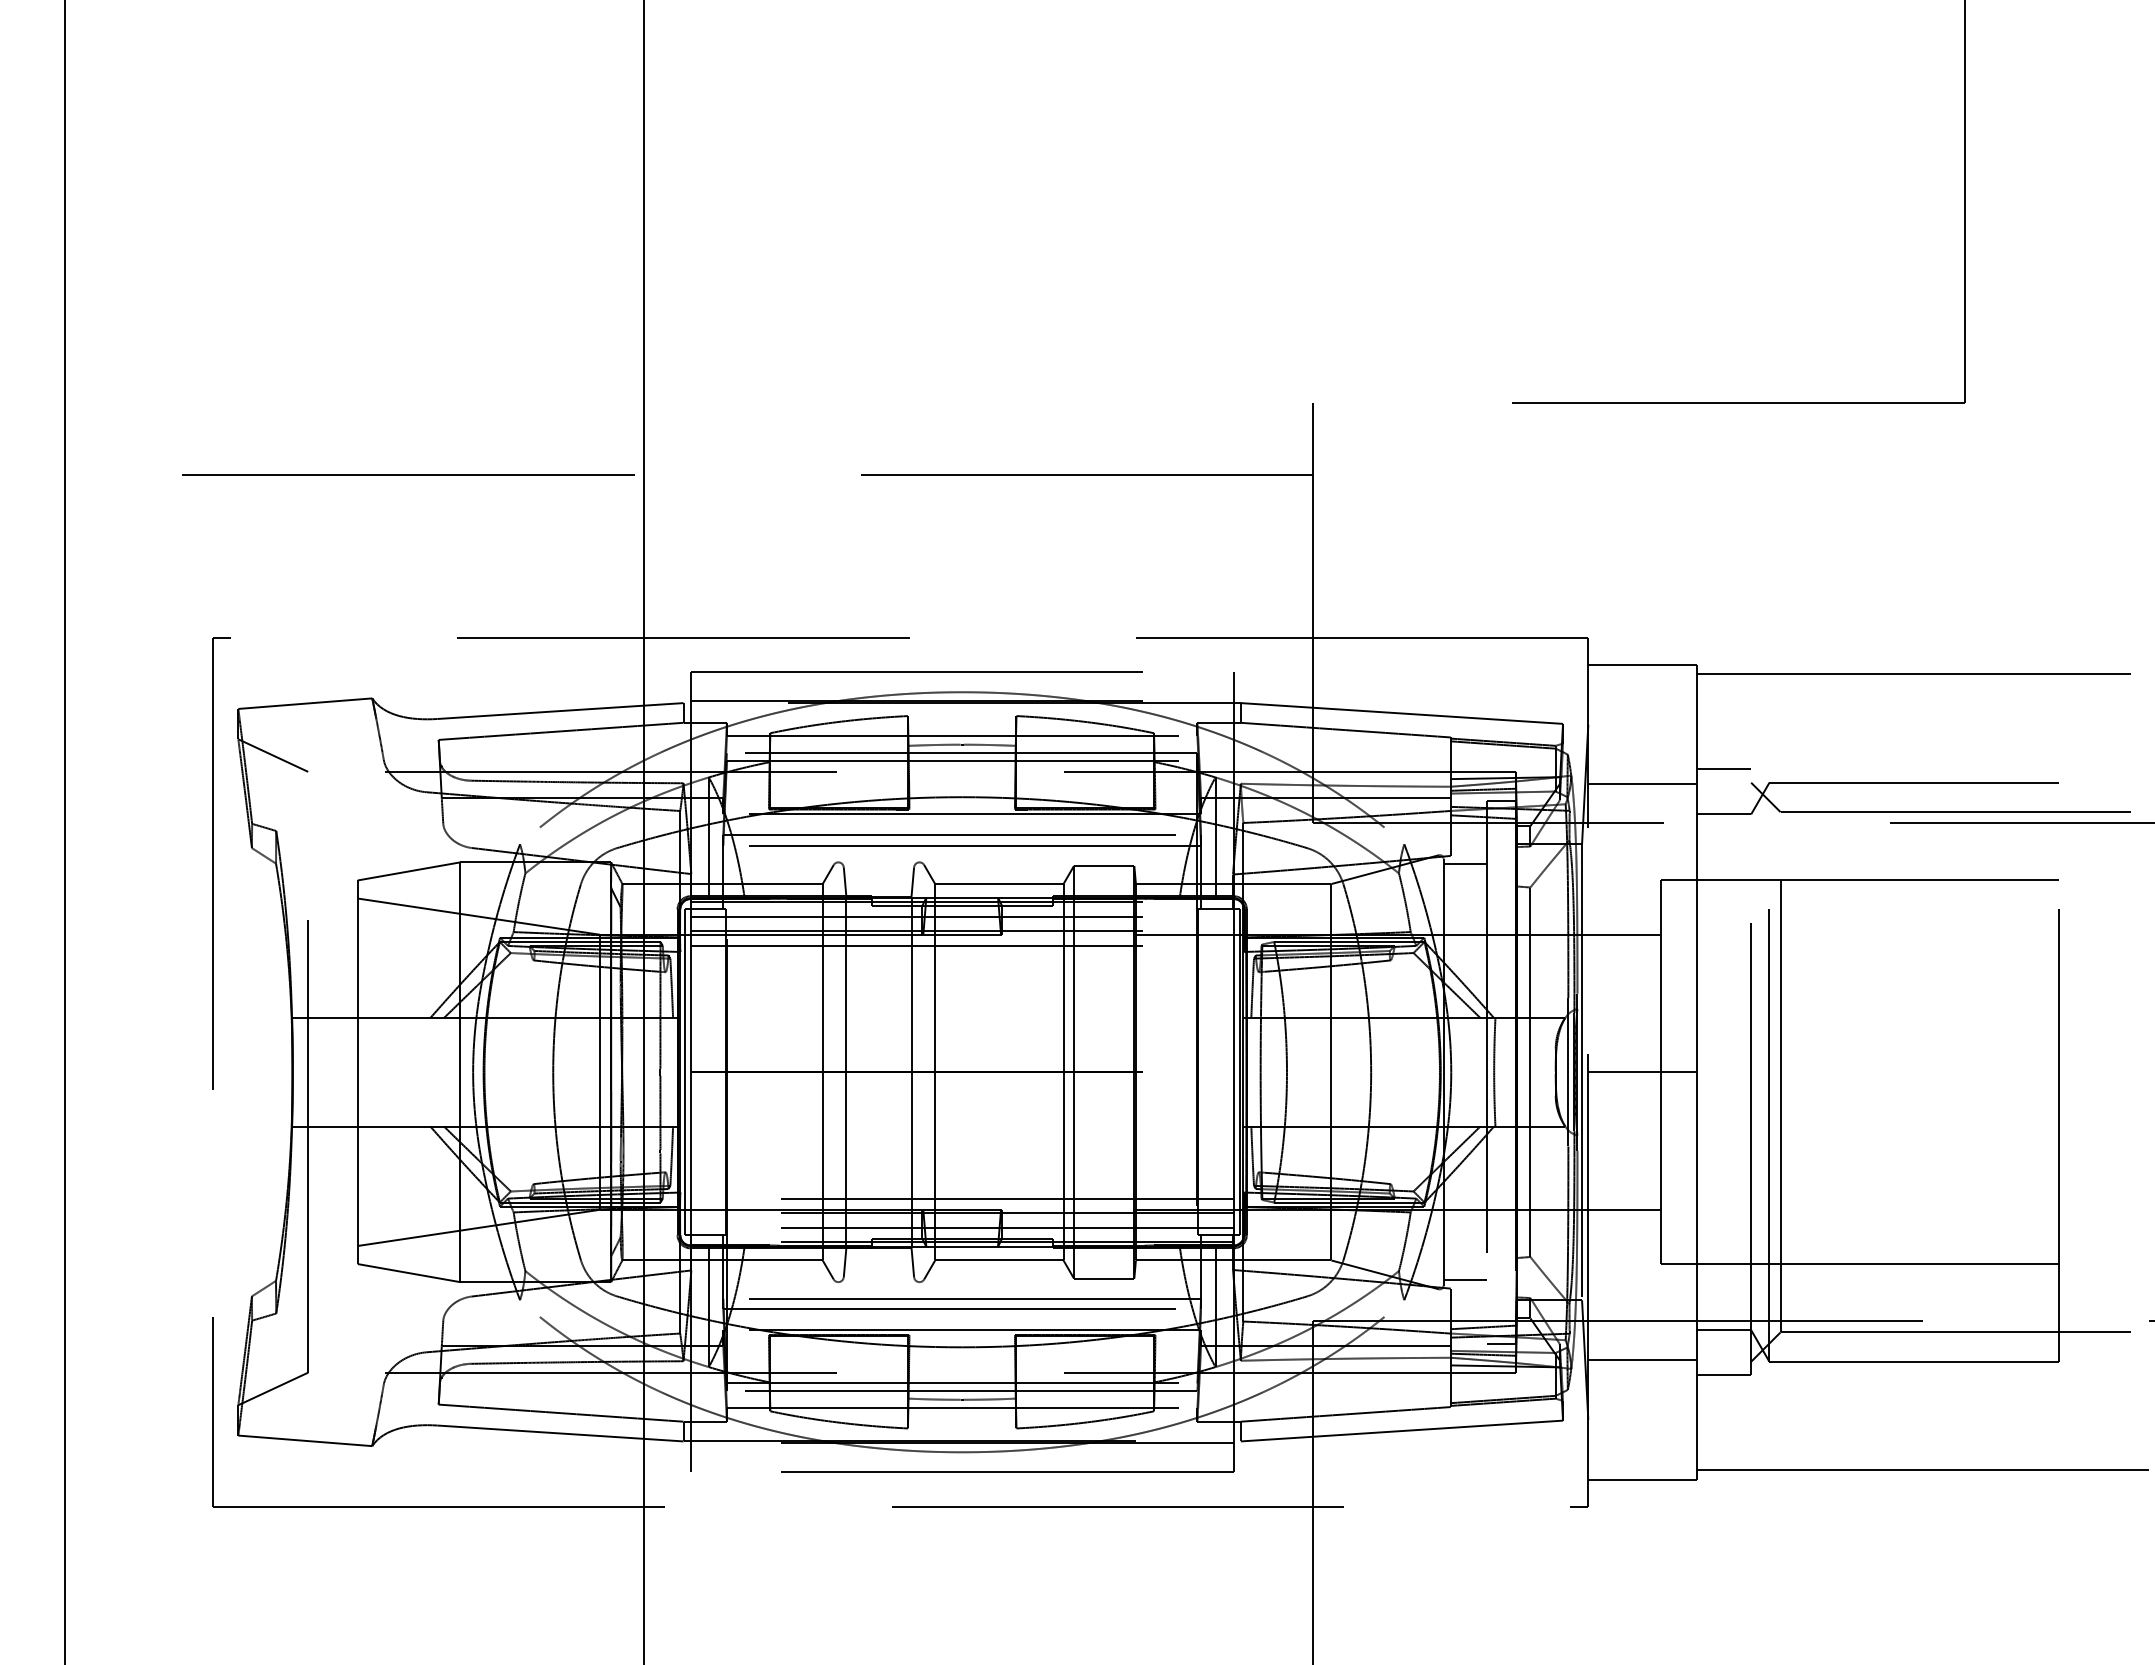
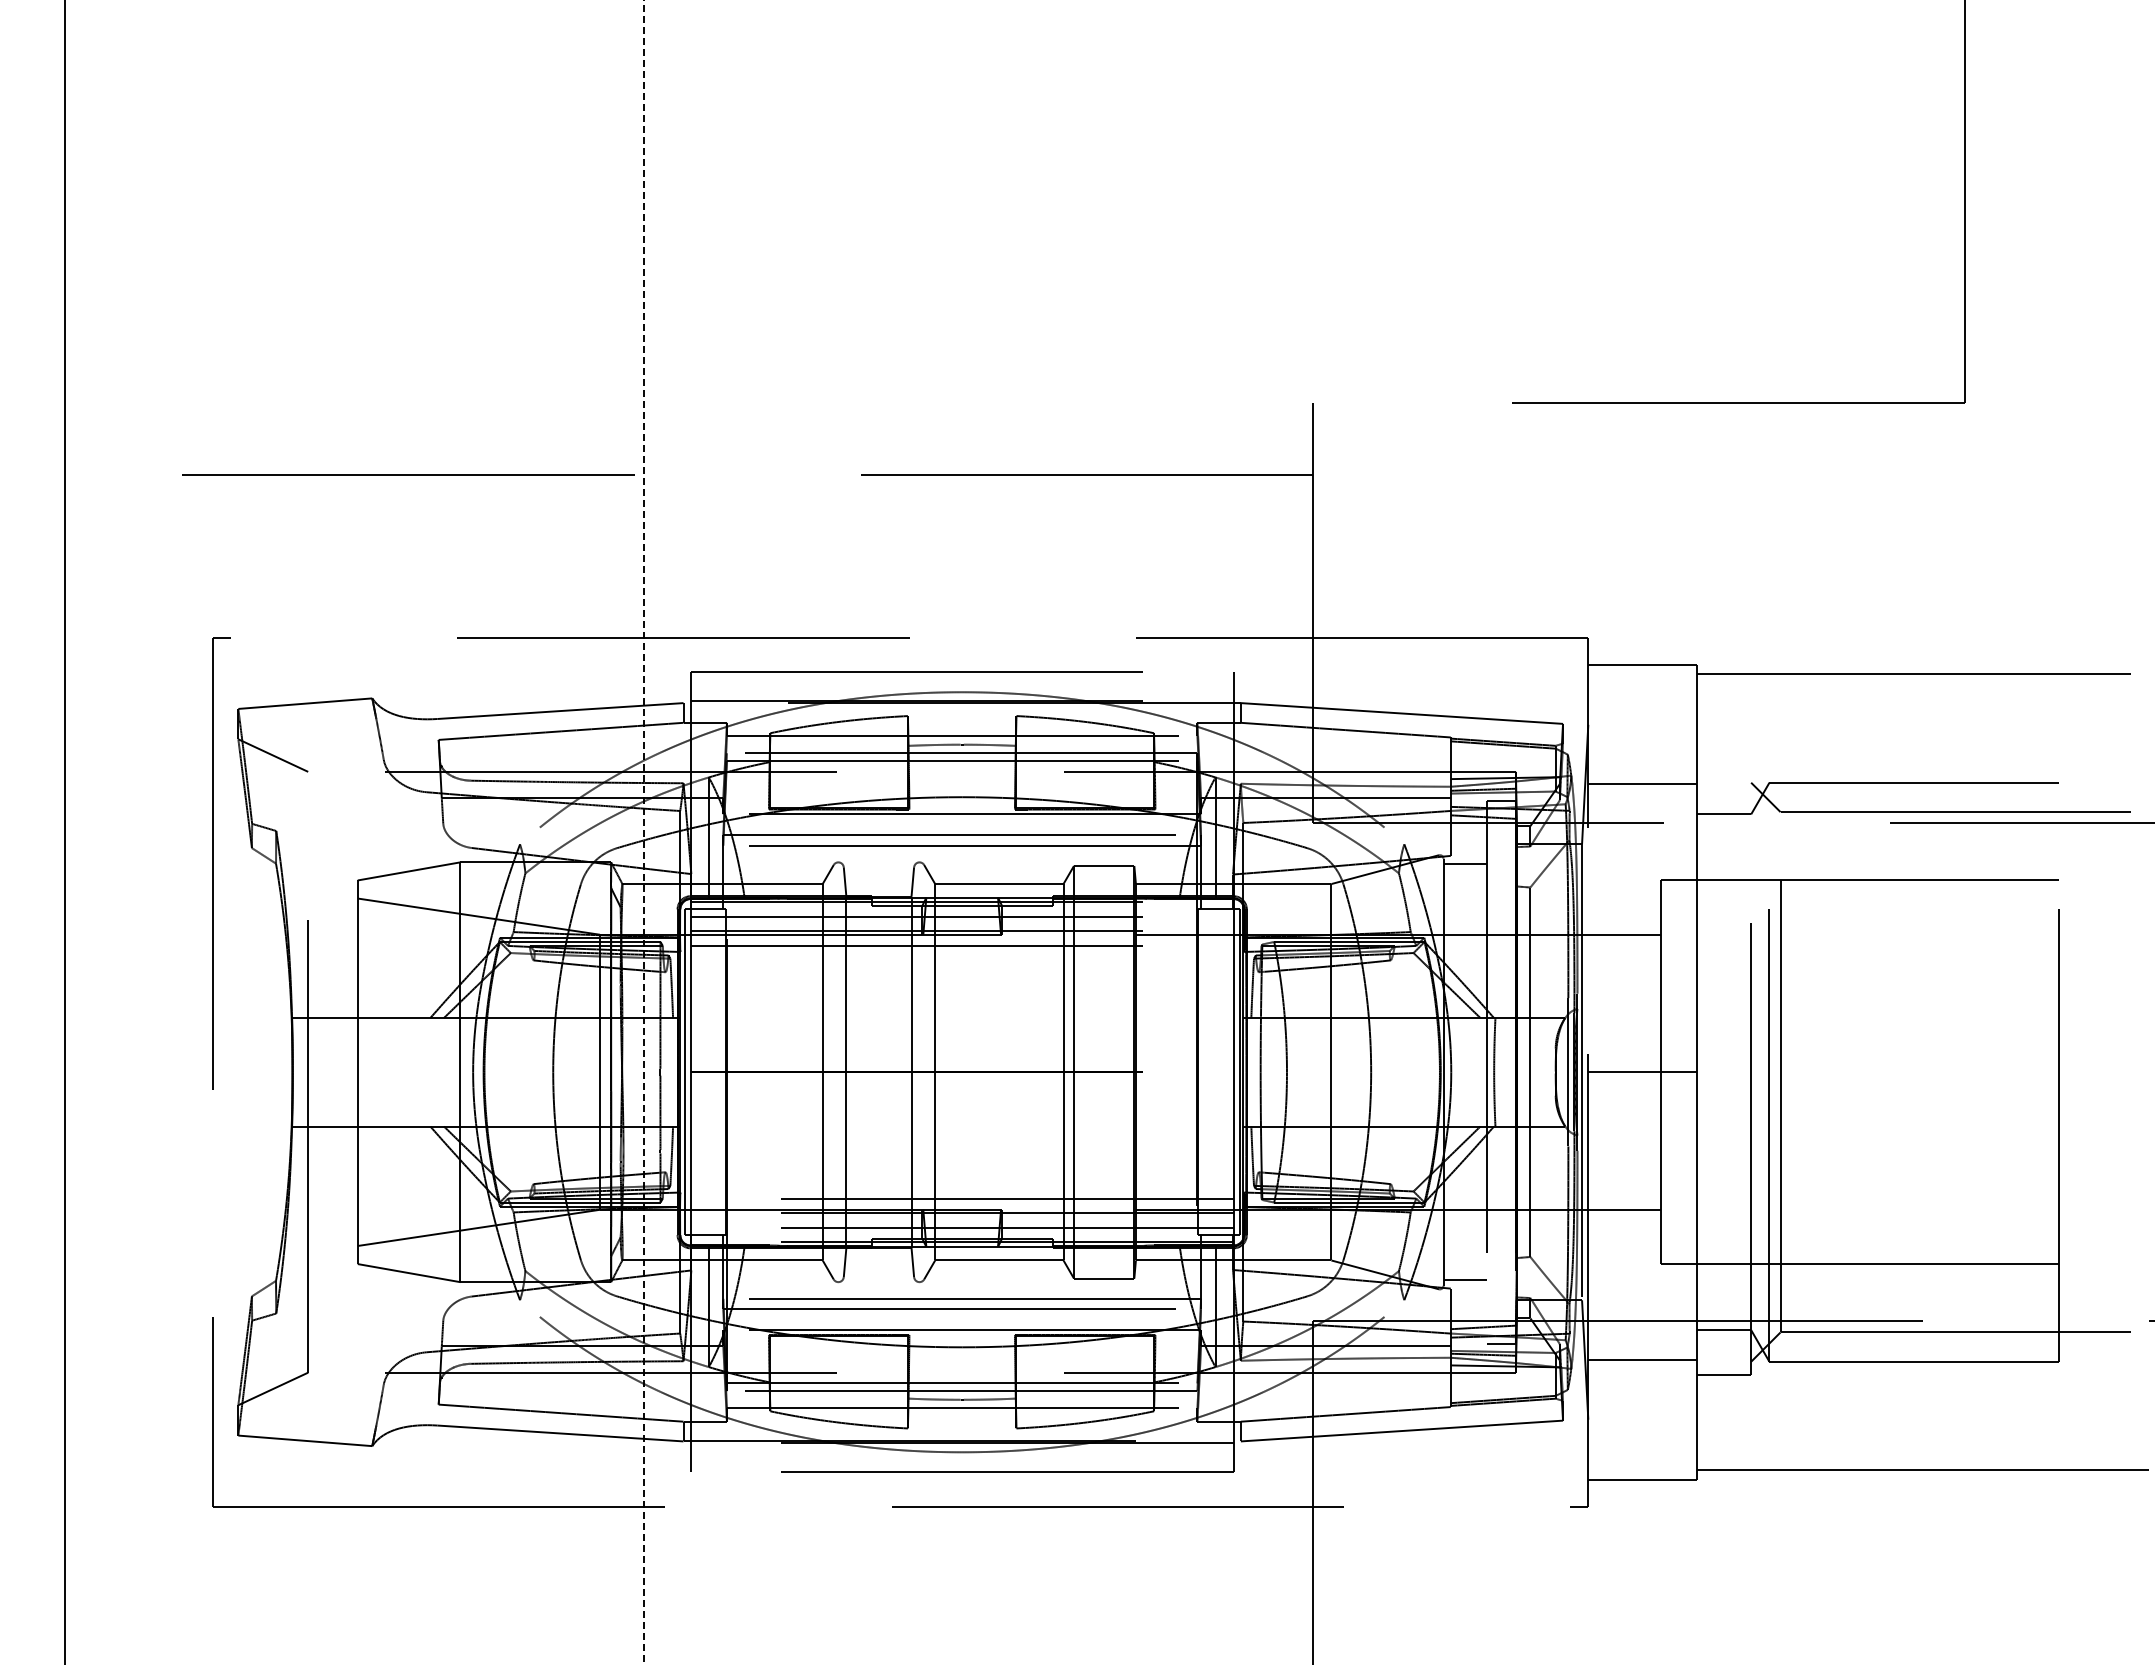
line at (1723, 769): present -> none
line at (643, 833): solid -> dashed
